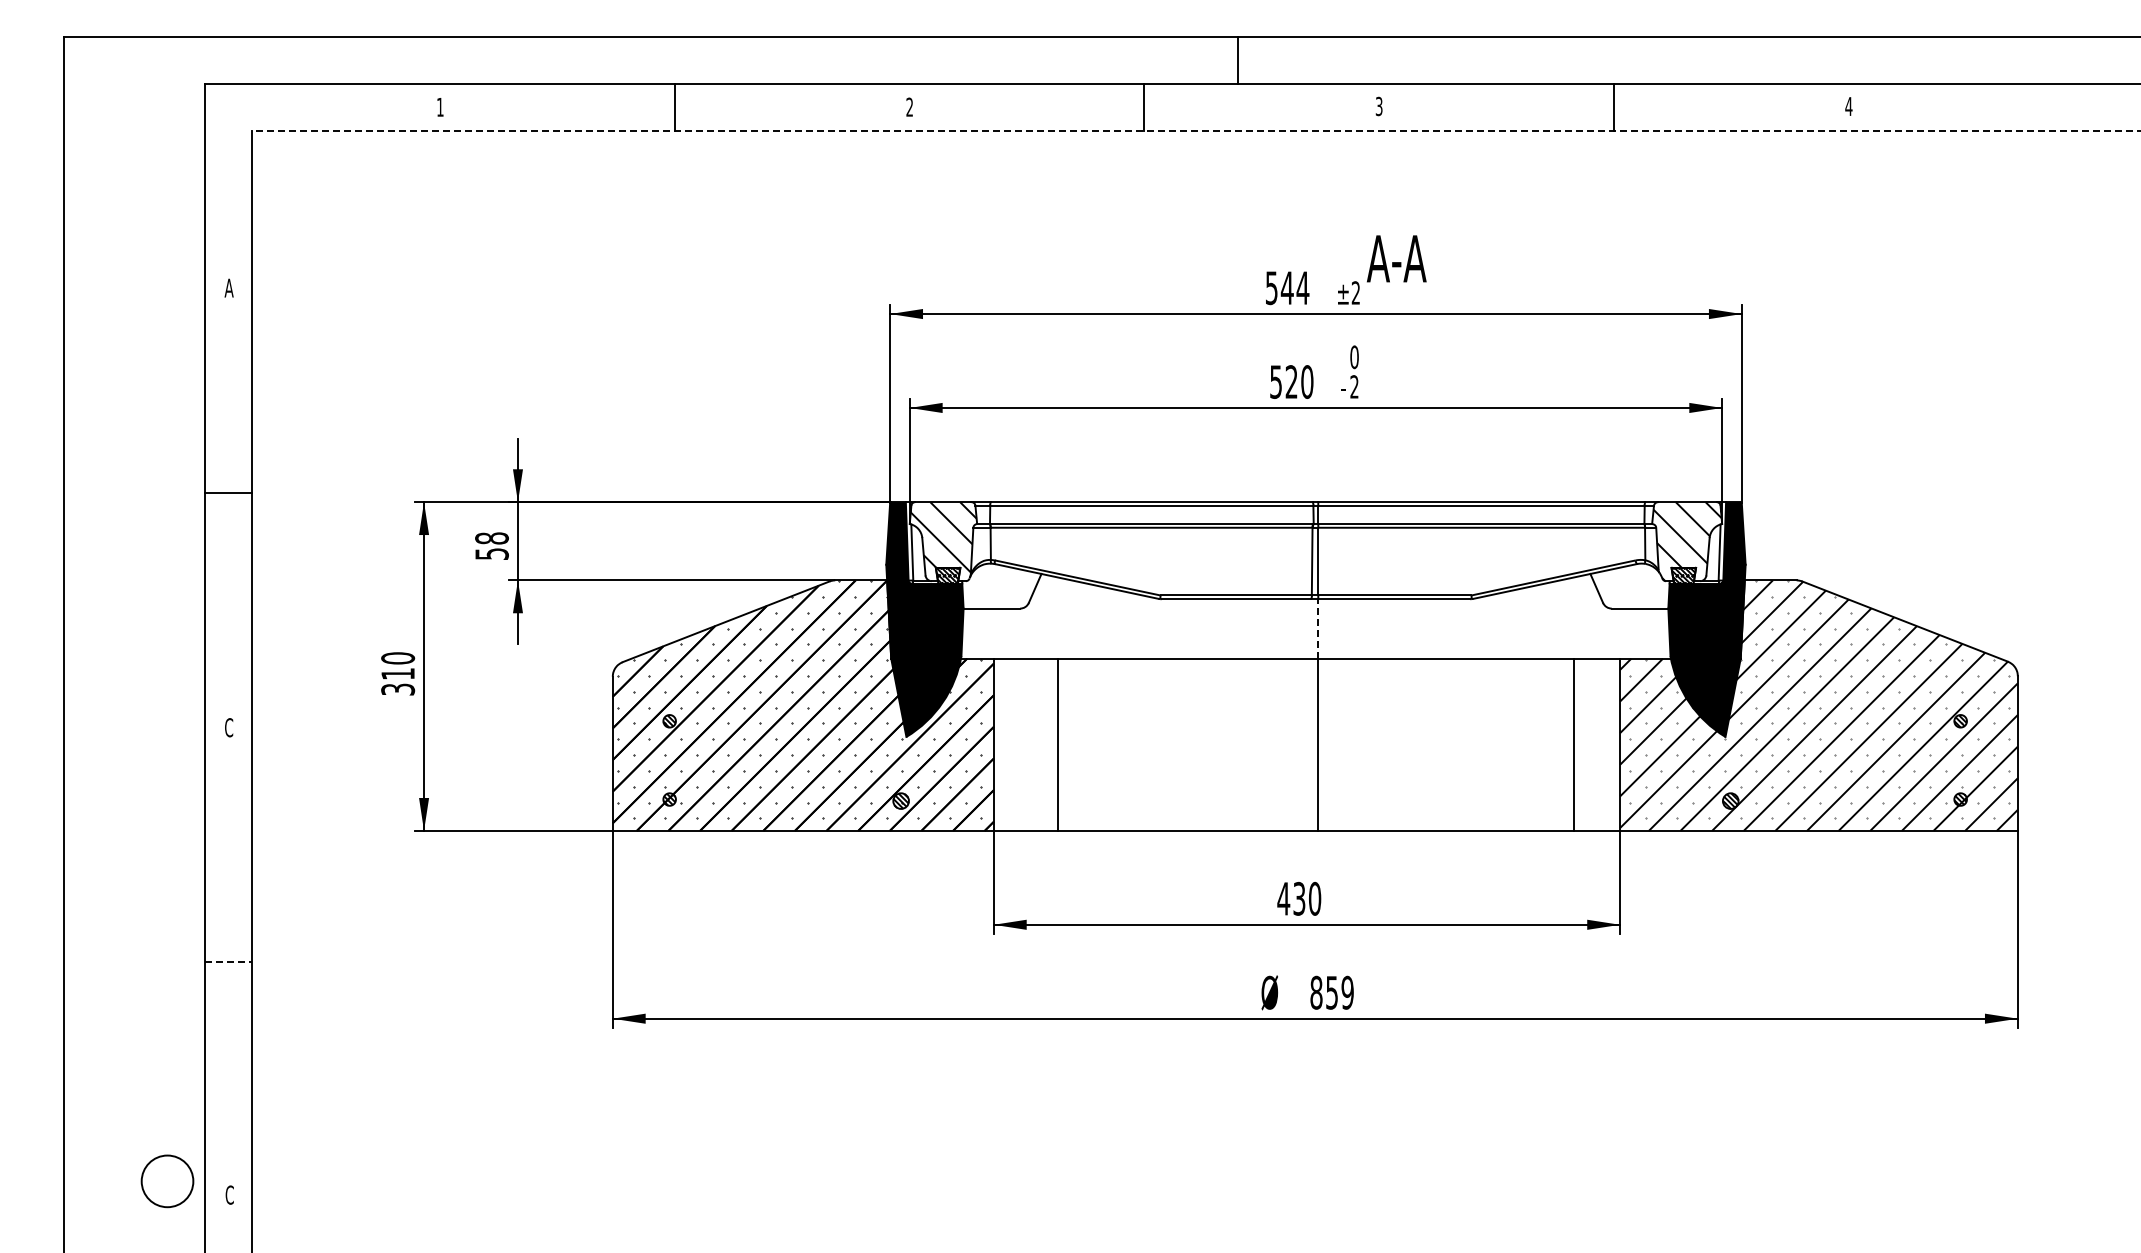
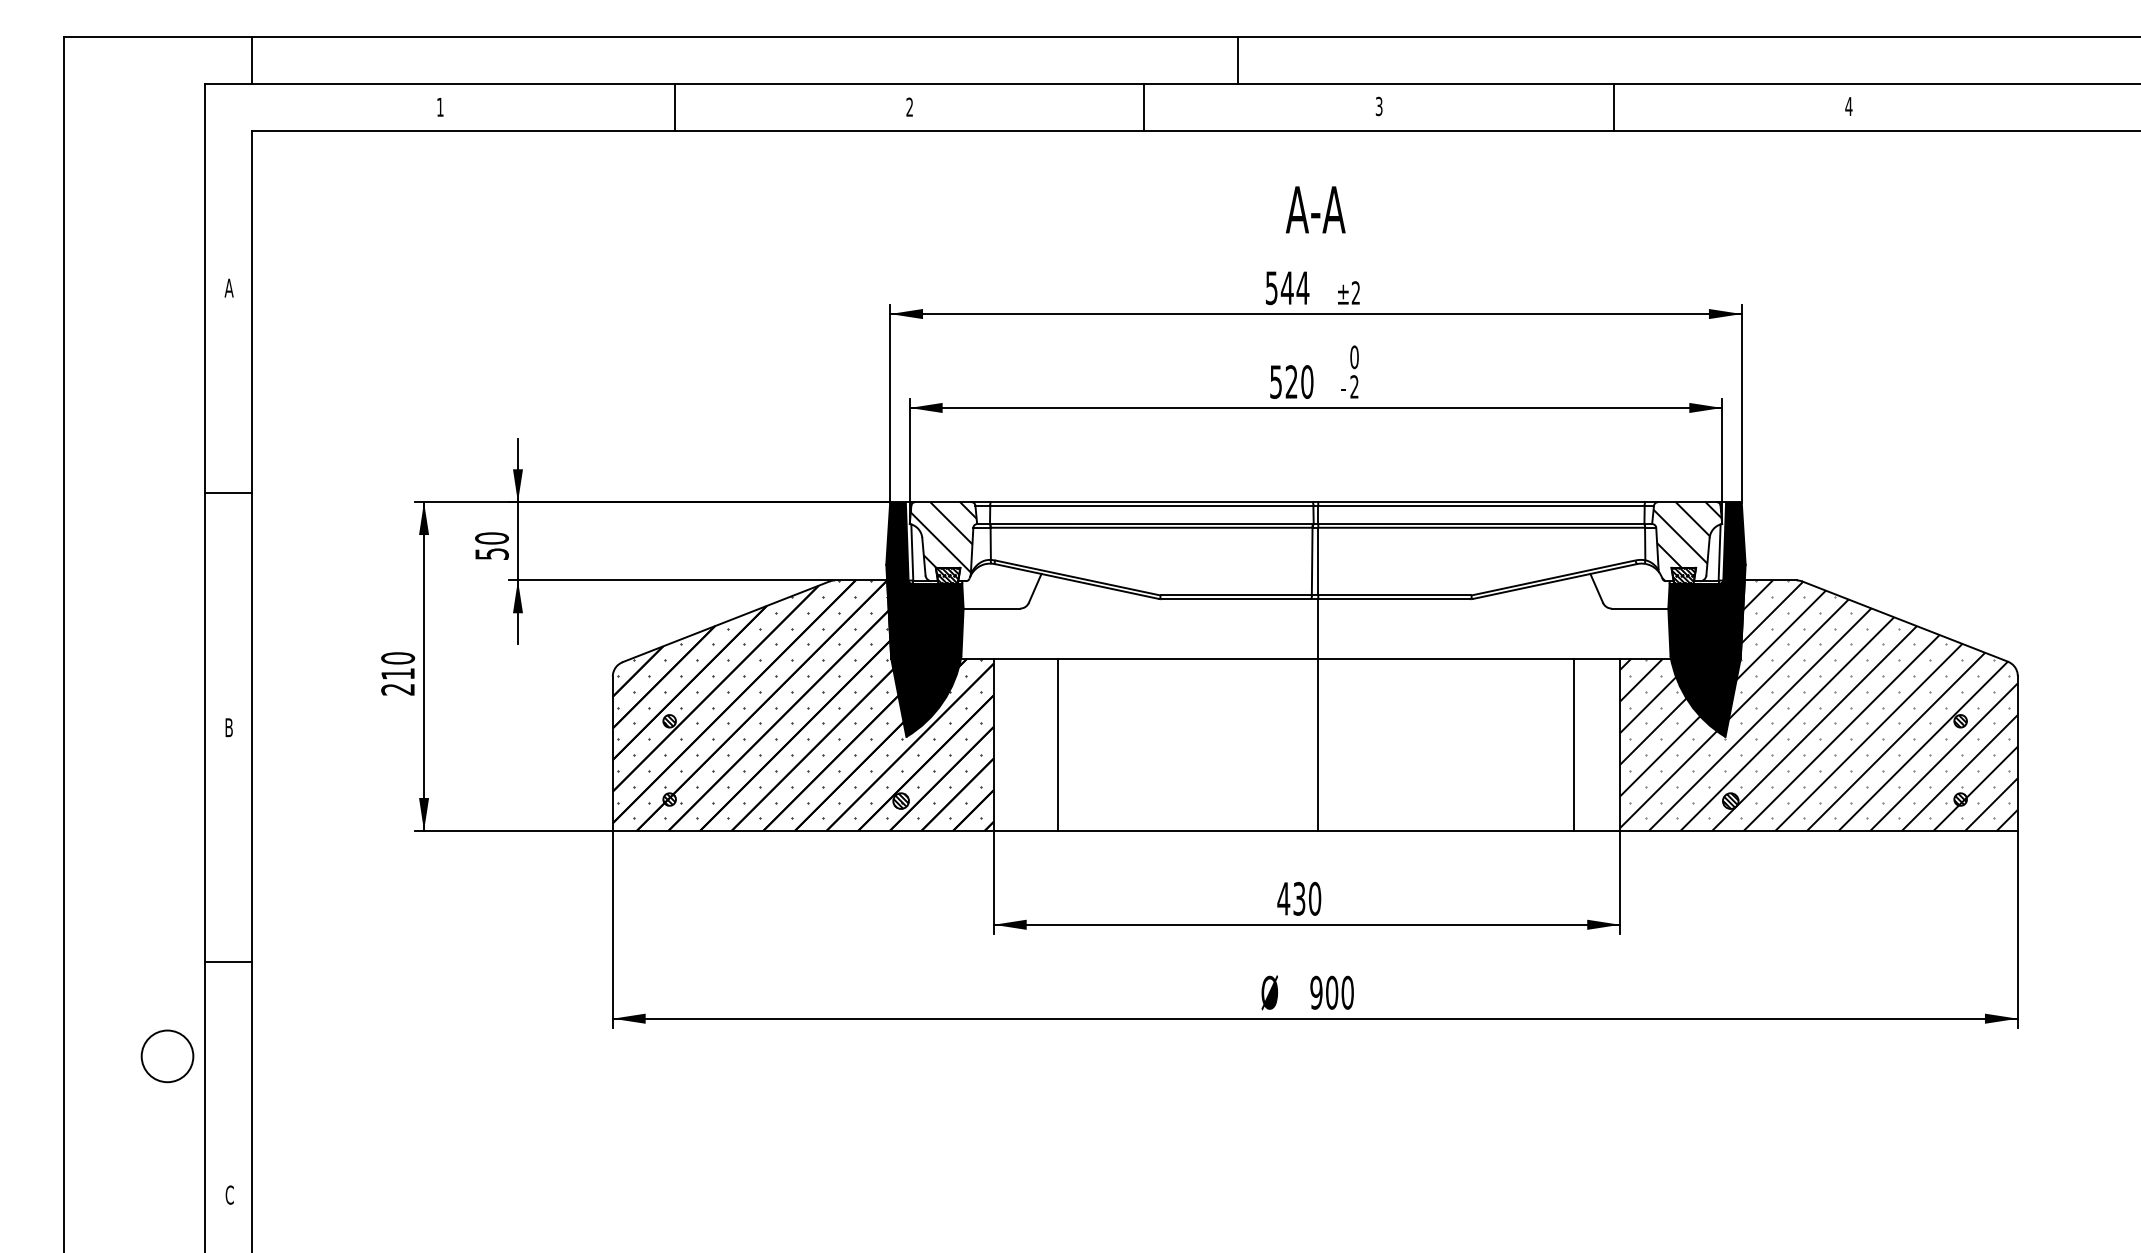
line at (252, 60): none -> present
line at (1196, 131): dashed -> solid
text at (1396, 258) position: (1396, 258) -> (1315, 209)
text at (491, 538): 58 -> 50
line at (1318, 629): dashed -> solid
text at (398, 689): 310 -> 210
text at (229, 727): C -> B
line at (229, 962): dashed -> solid
text at (1331, 992): 859 -> 900
circle at (167, 1181) position: (167, 1181) -> (167, 1056)
